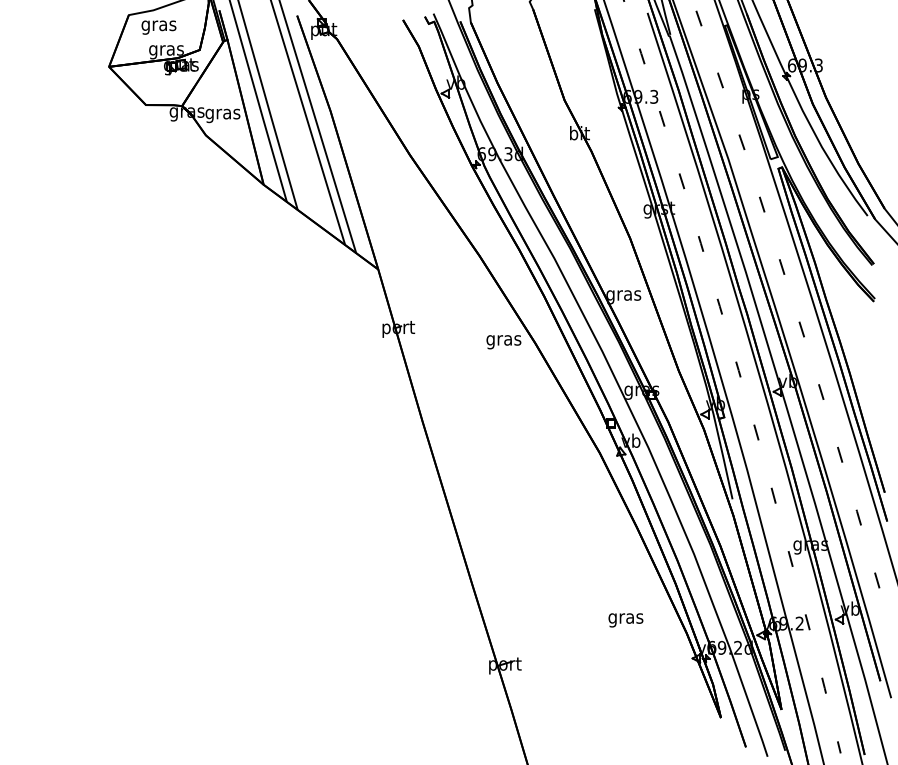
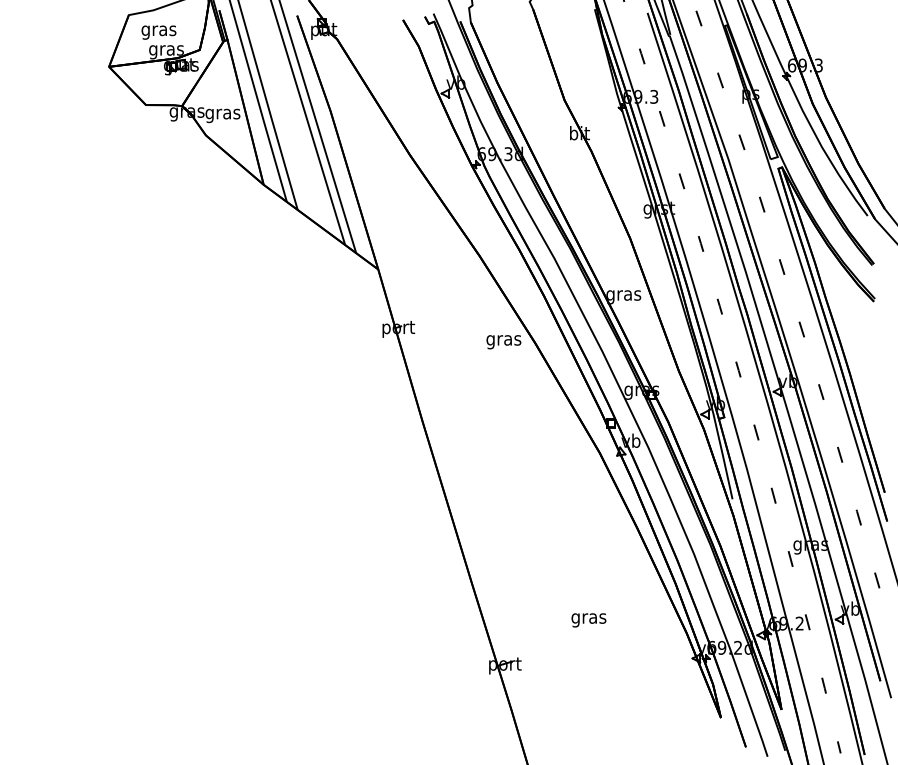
text at (158, 27) position: (158, 27) -> (158, 32)
text at (625, 620) position: (625, 620) -> (588, 620)
